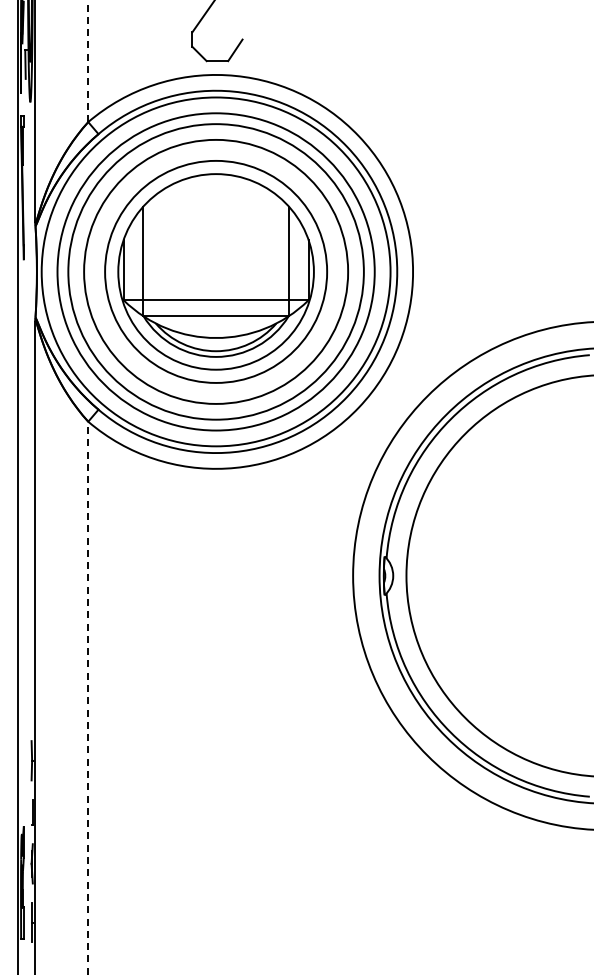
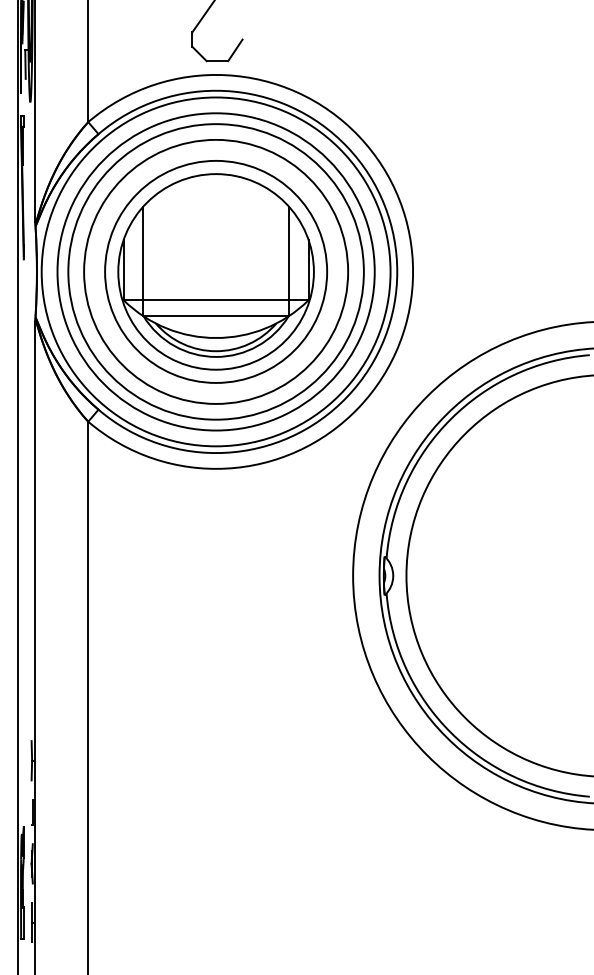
line at (88, 61): dashed -> solid
line at (88, 697): dashed -> solid
